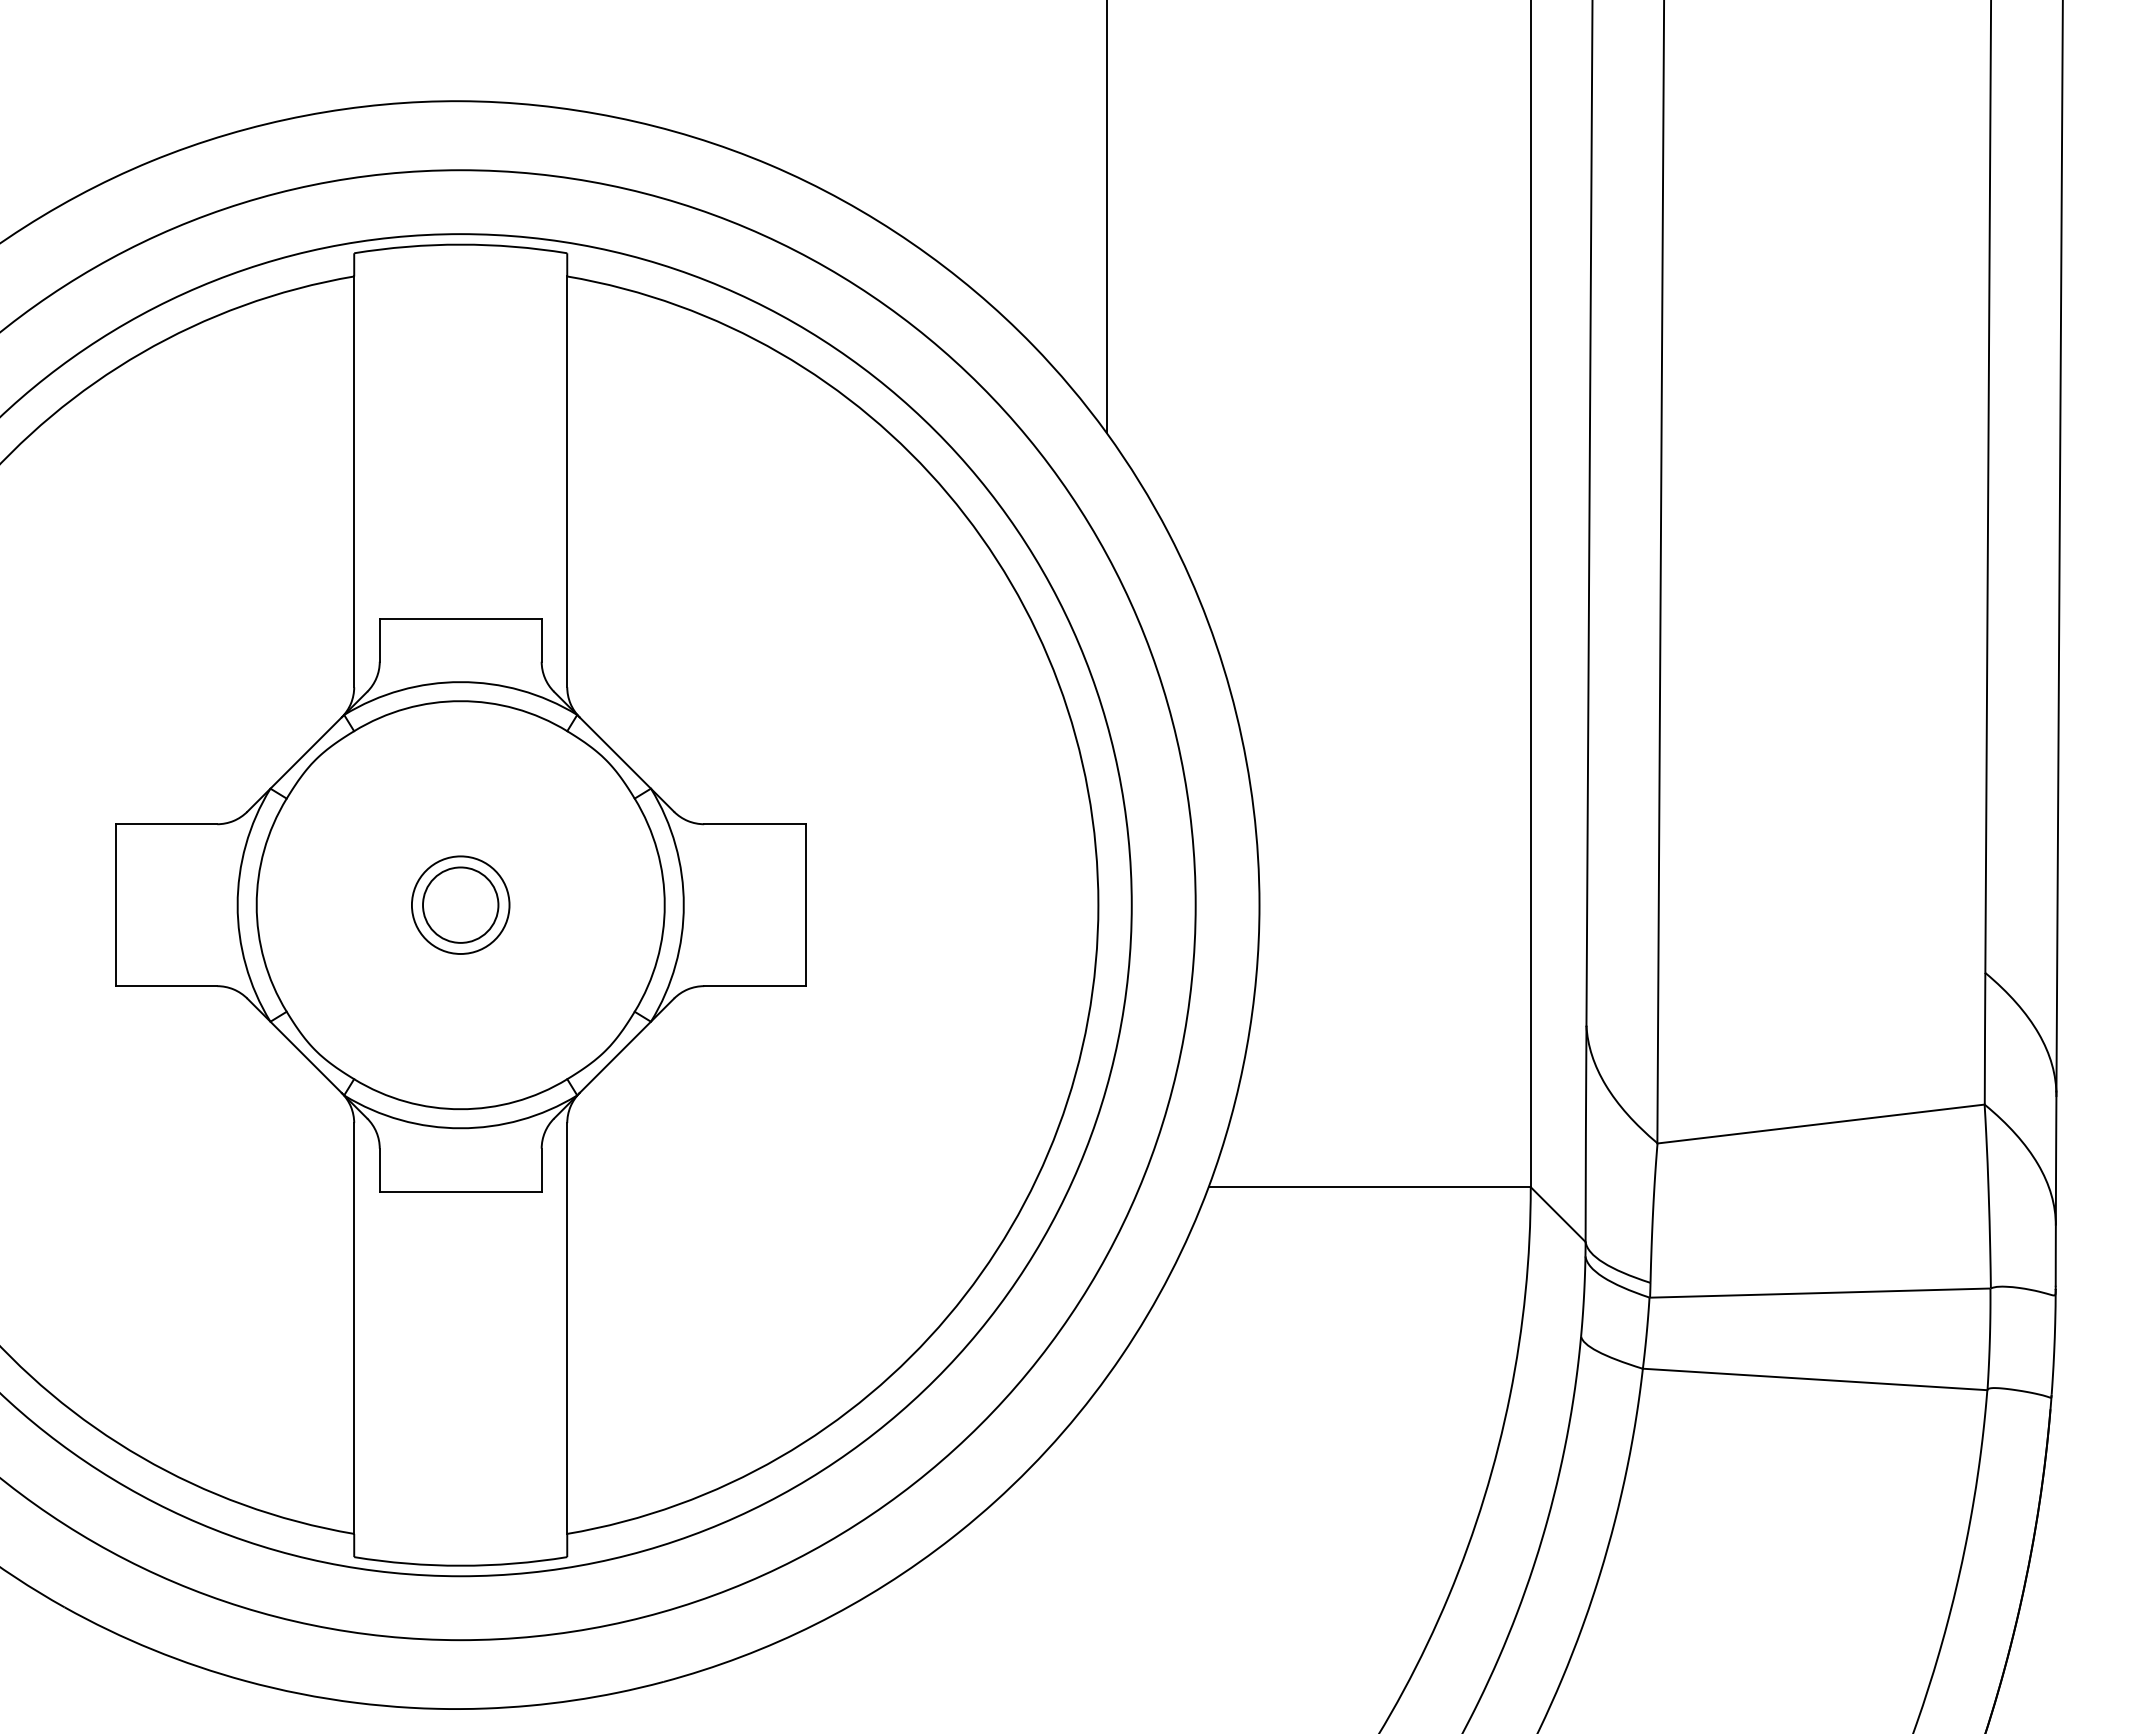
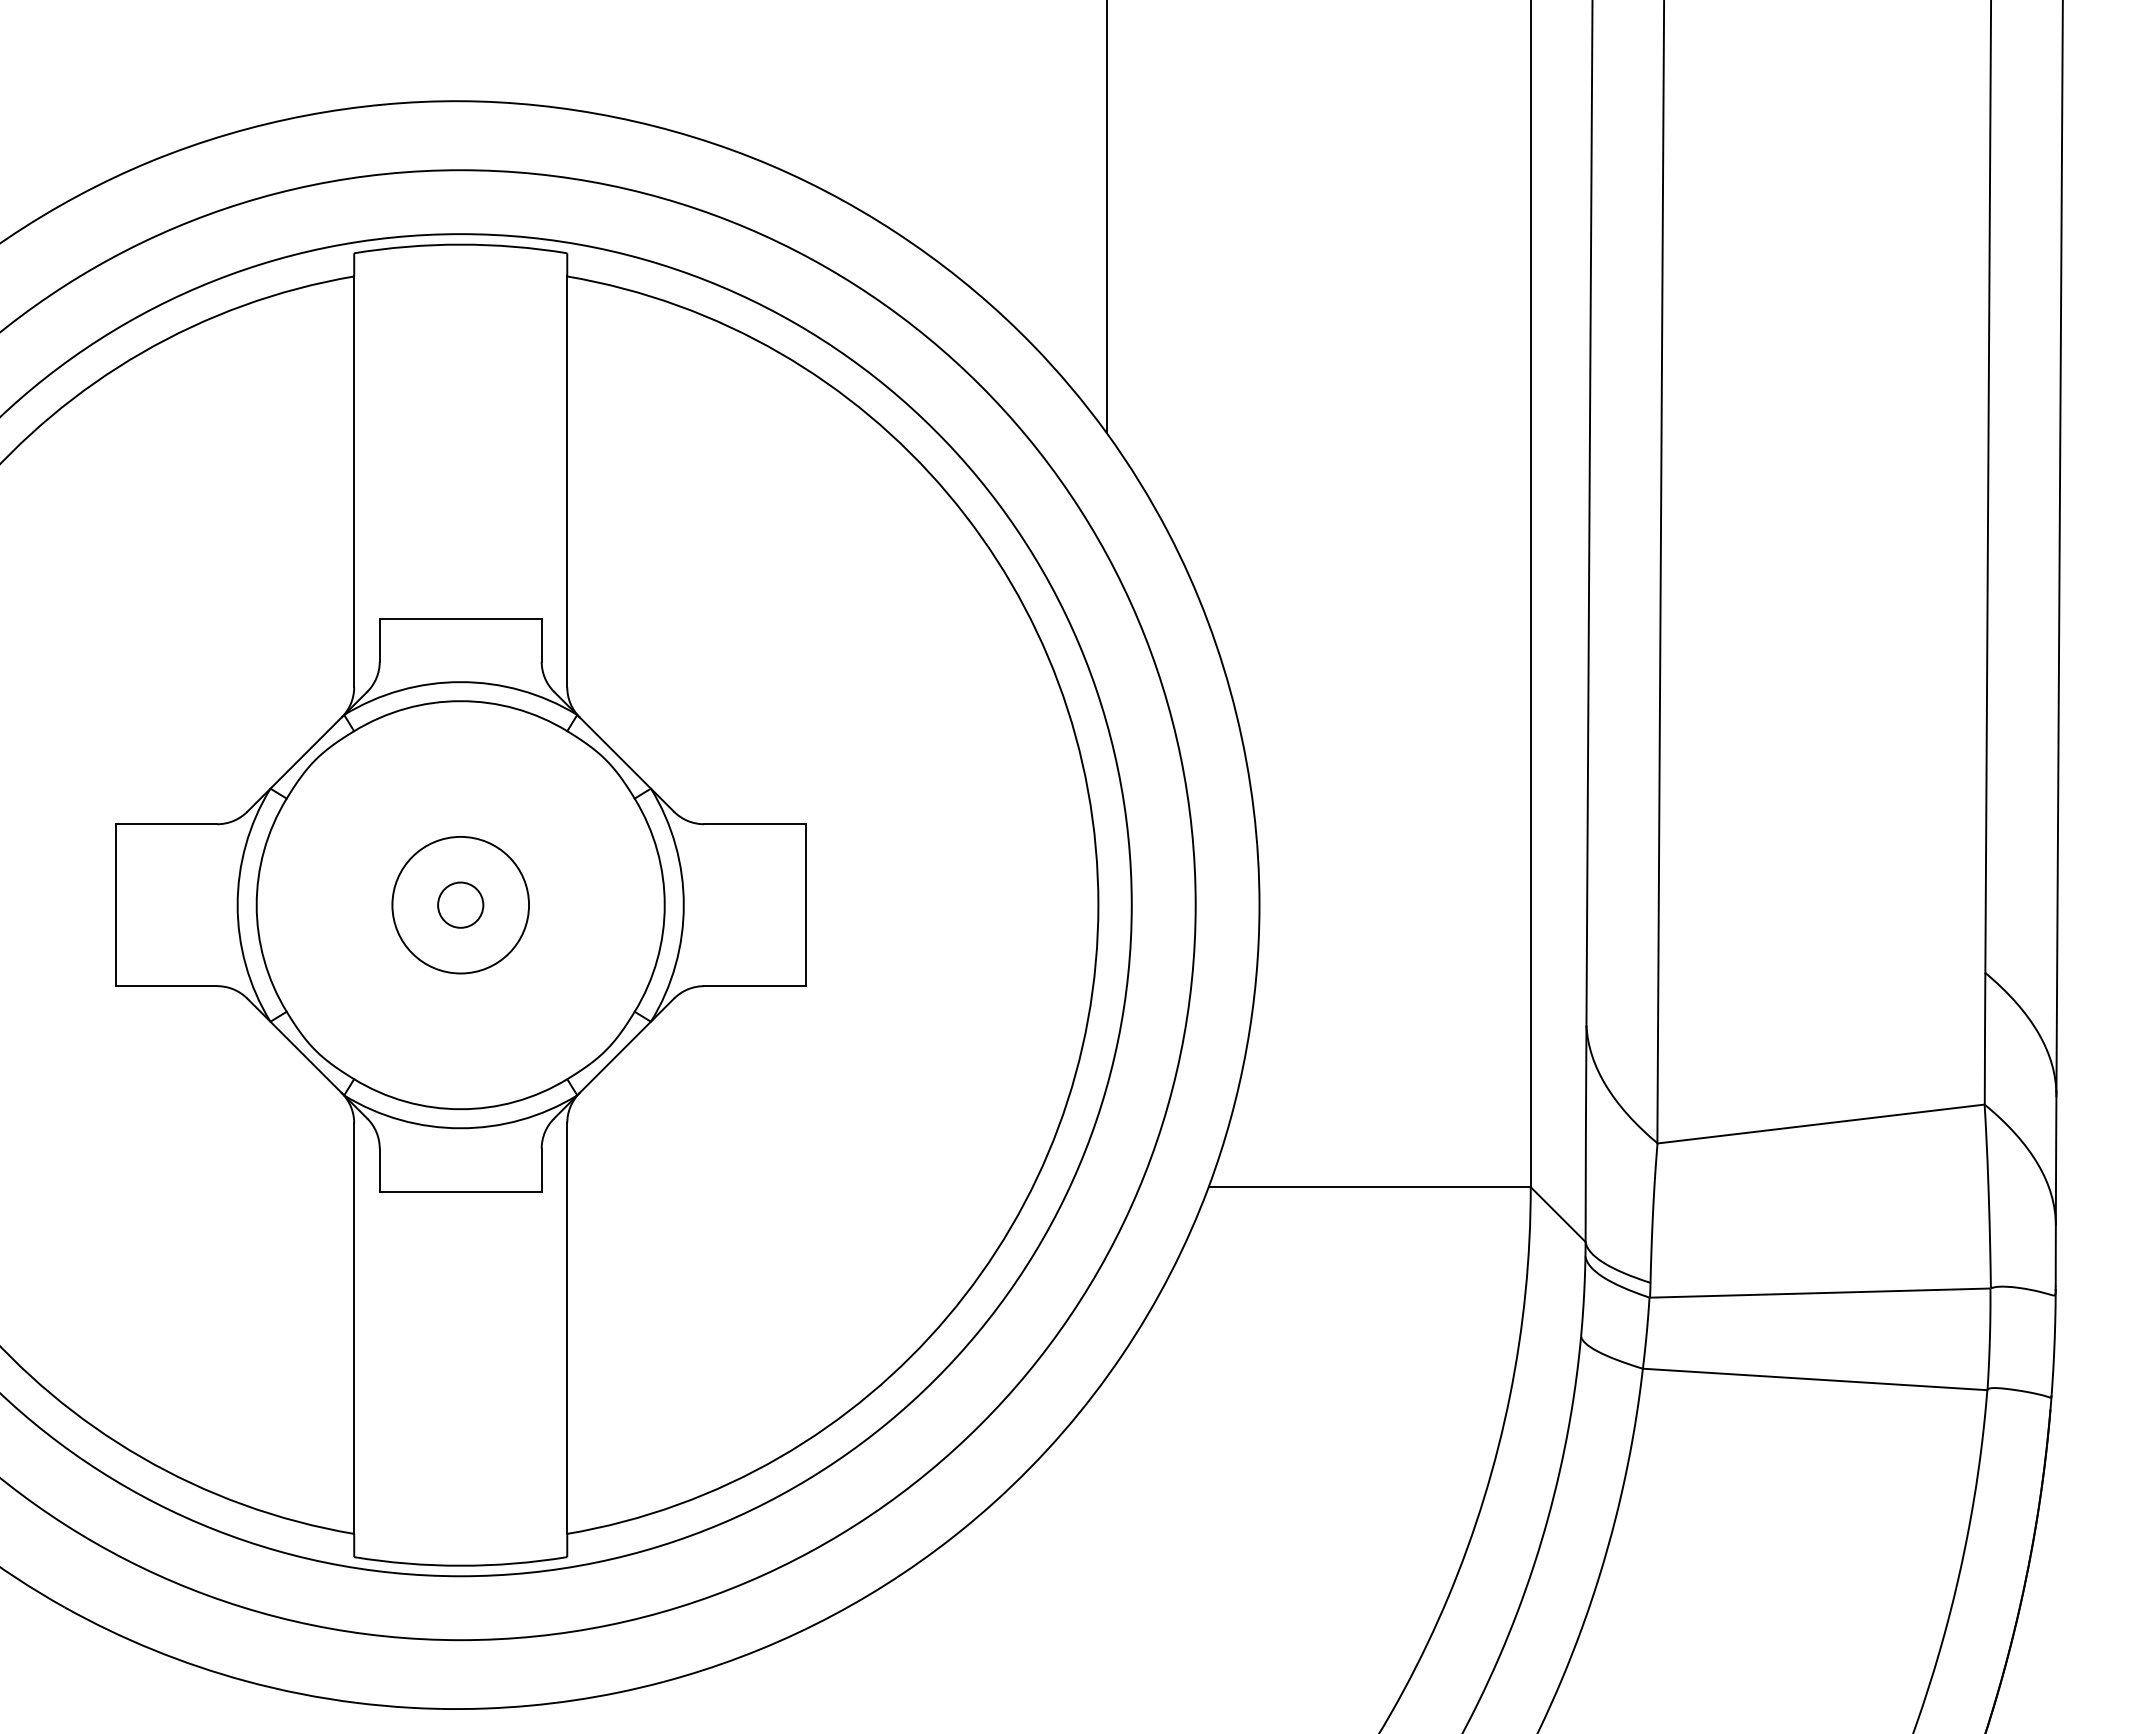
circle at (460, 904) diameter: 75 px -> 45 px
circle at (460, 904) diameter: 98 px -> 137 px
